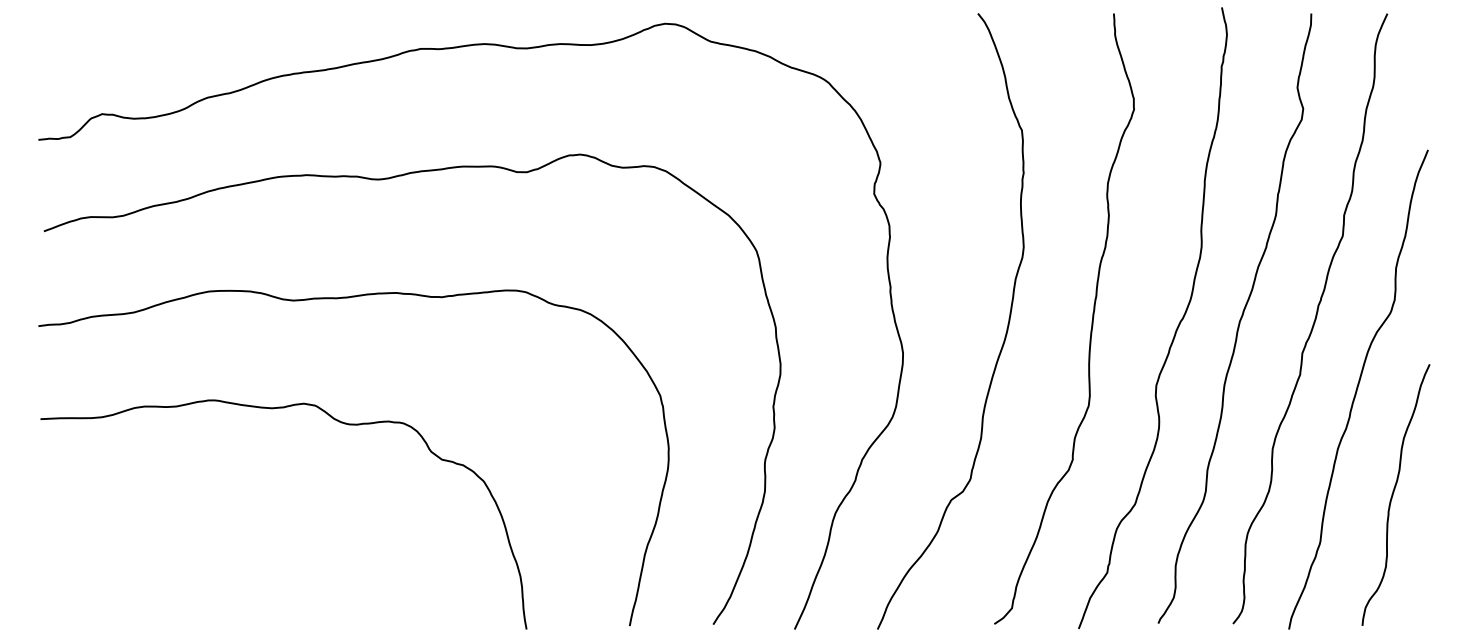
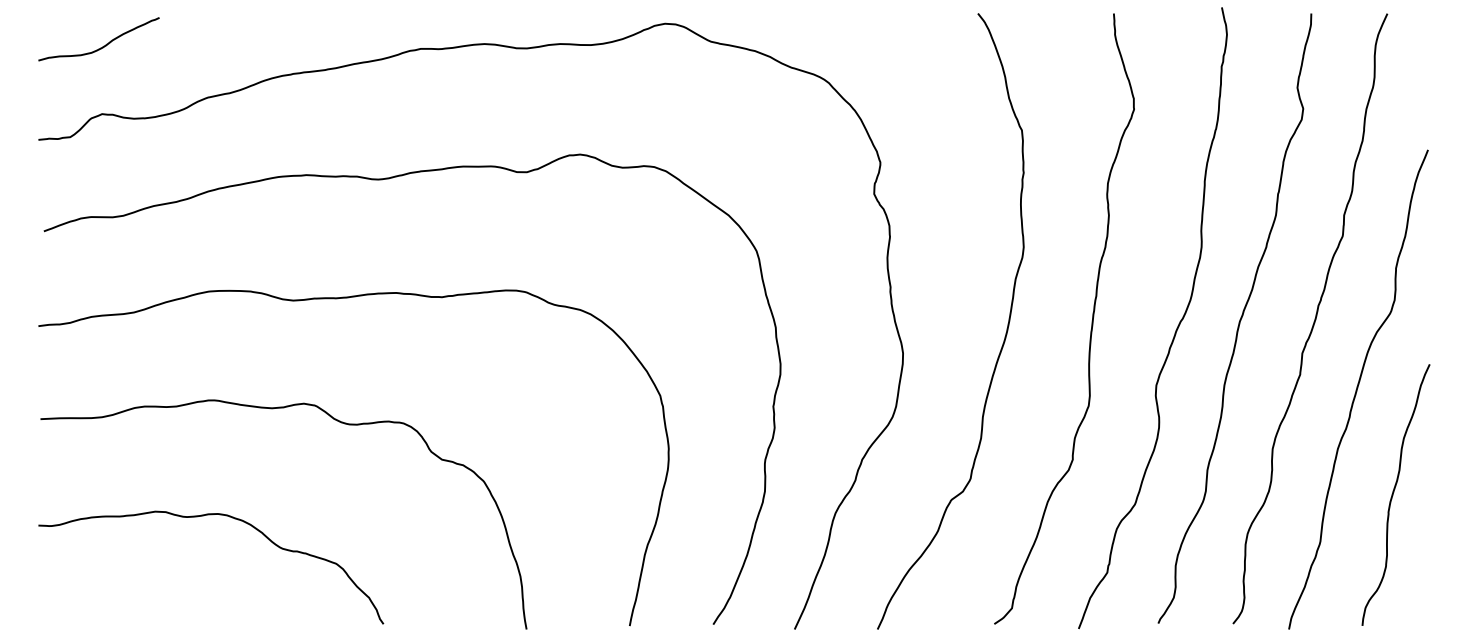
curve at (102, 46): none -> present
curve at (203, 516): none -> present
